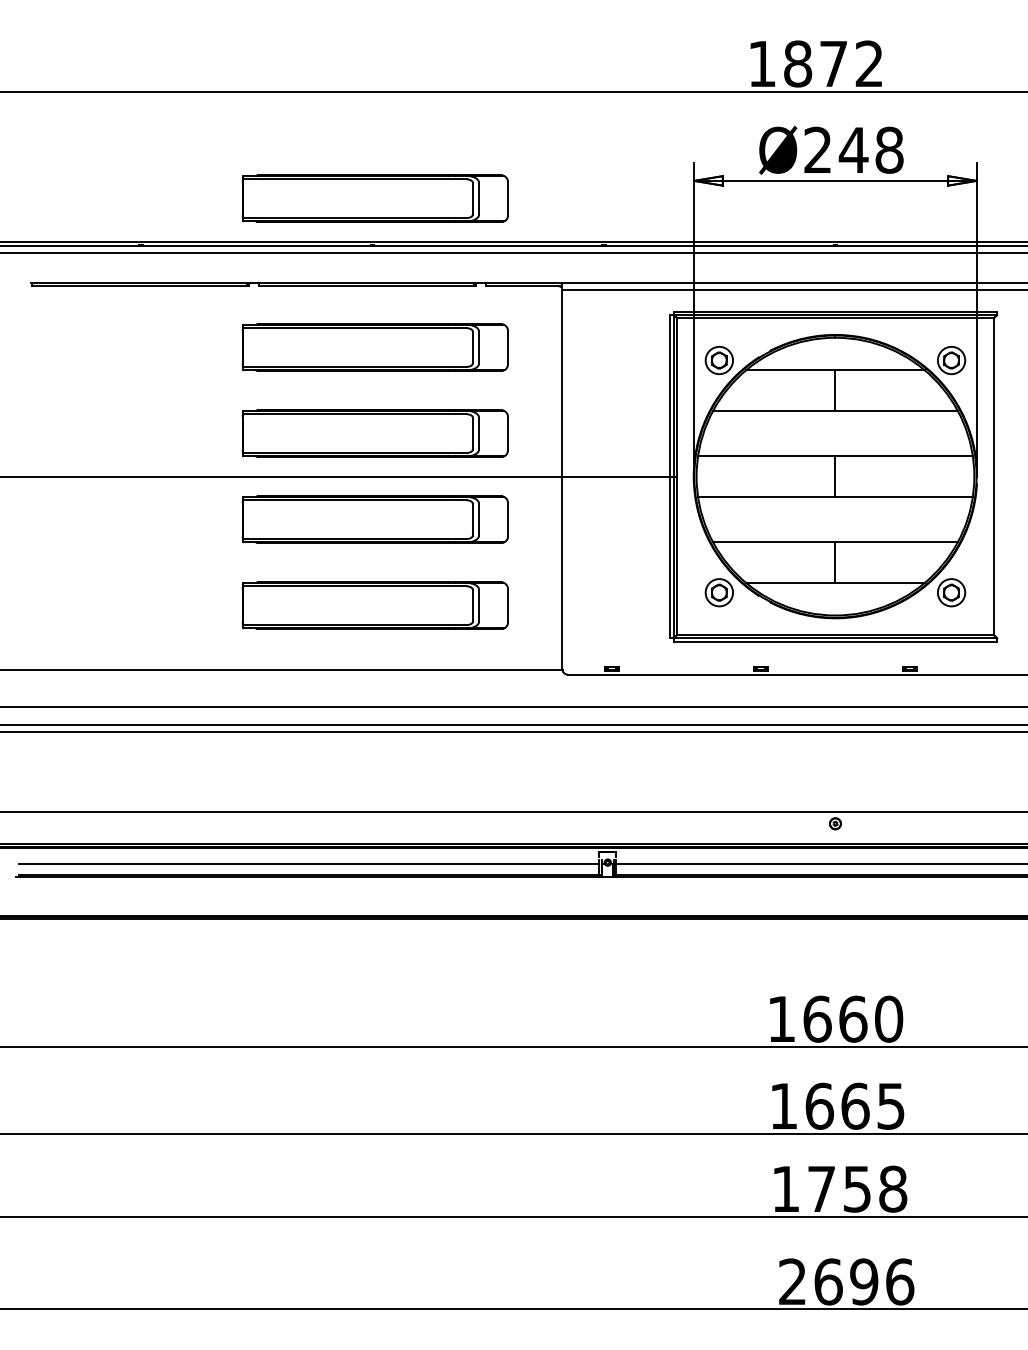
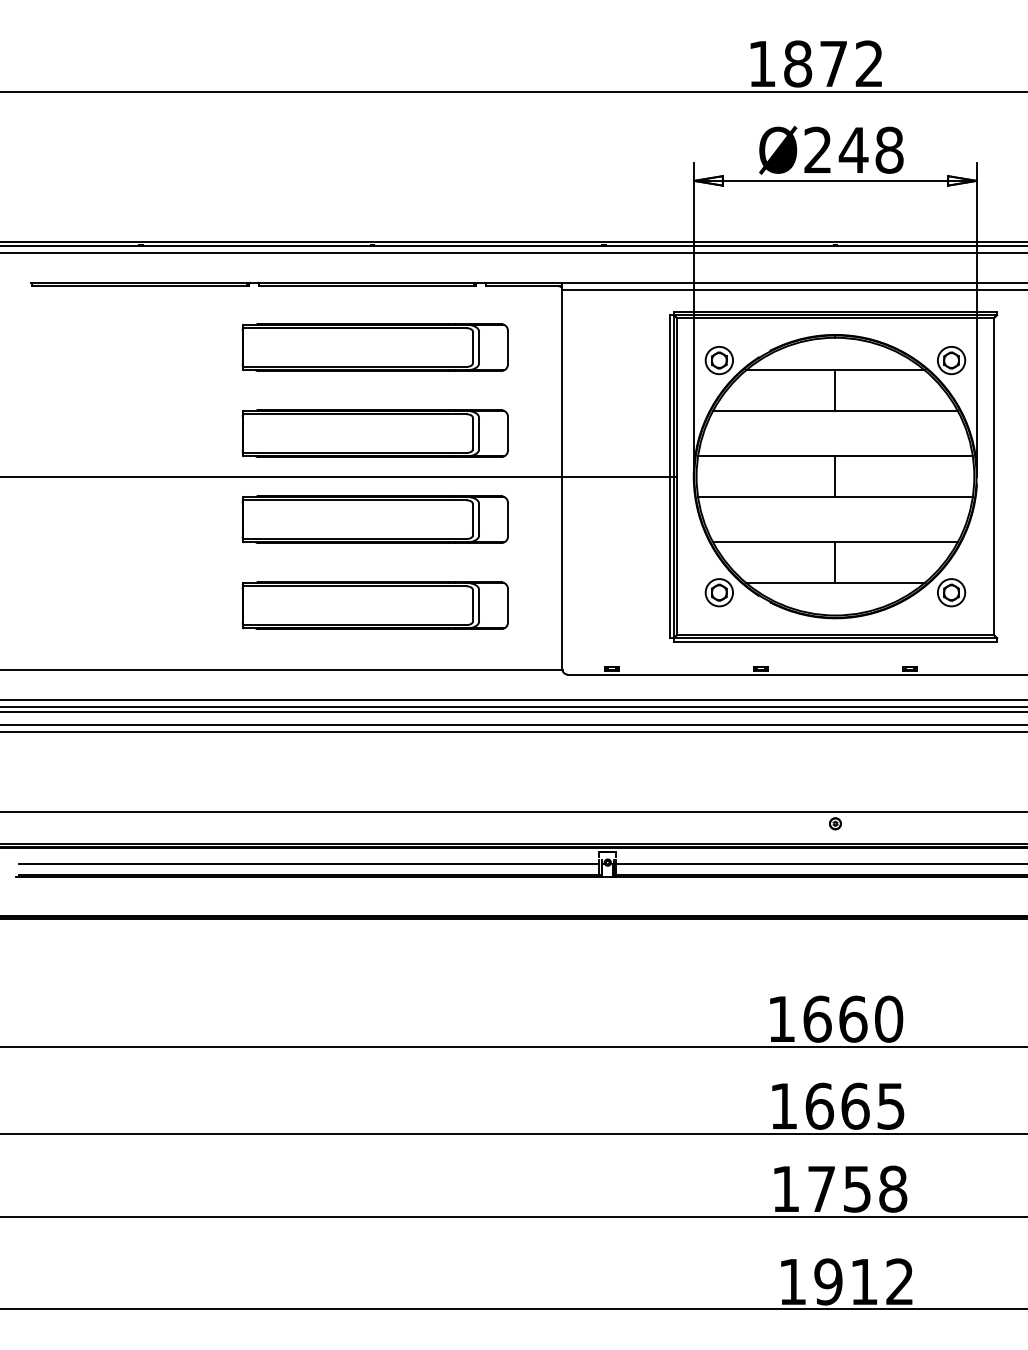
part at (374, 198): present -> none
line at (513, 700): none -> present
line at (513, 711): none -> present
text at (846, 1281): 2696 -> 1912
